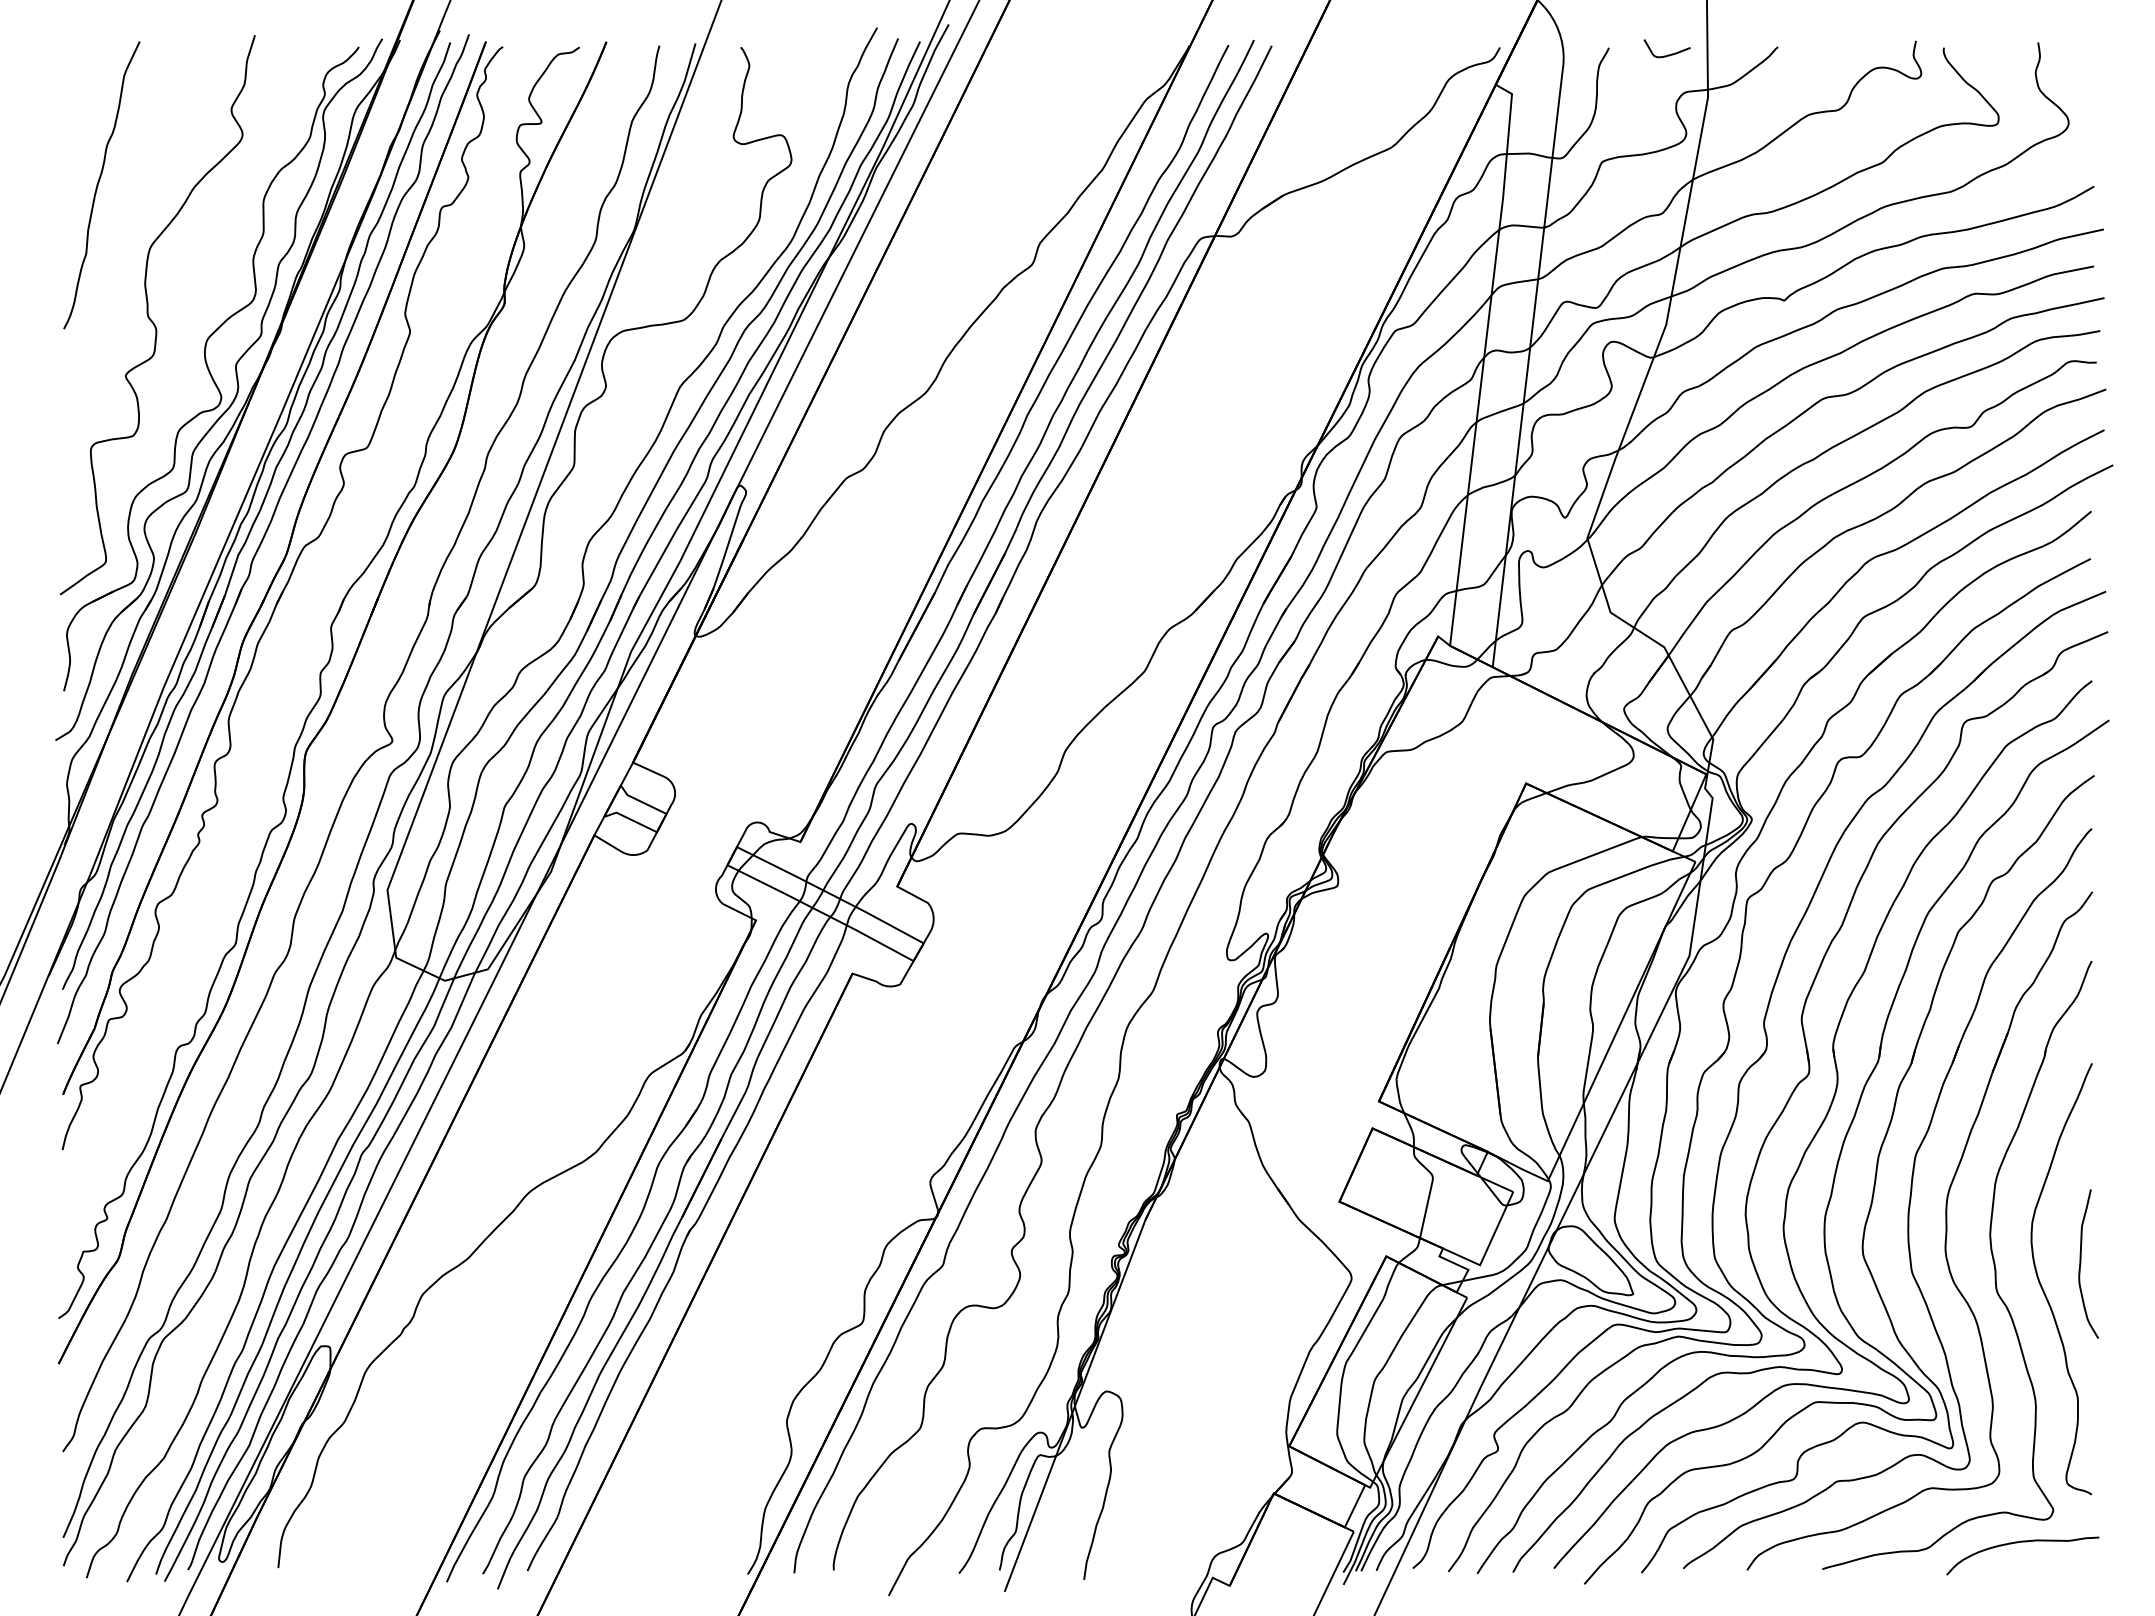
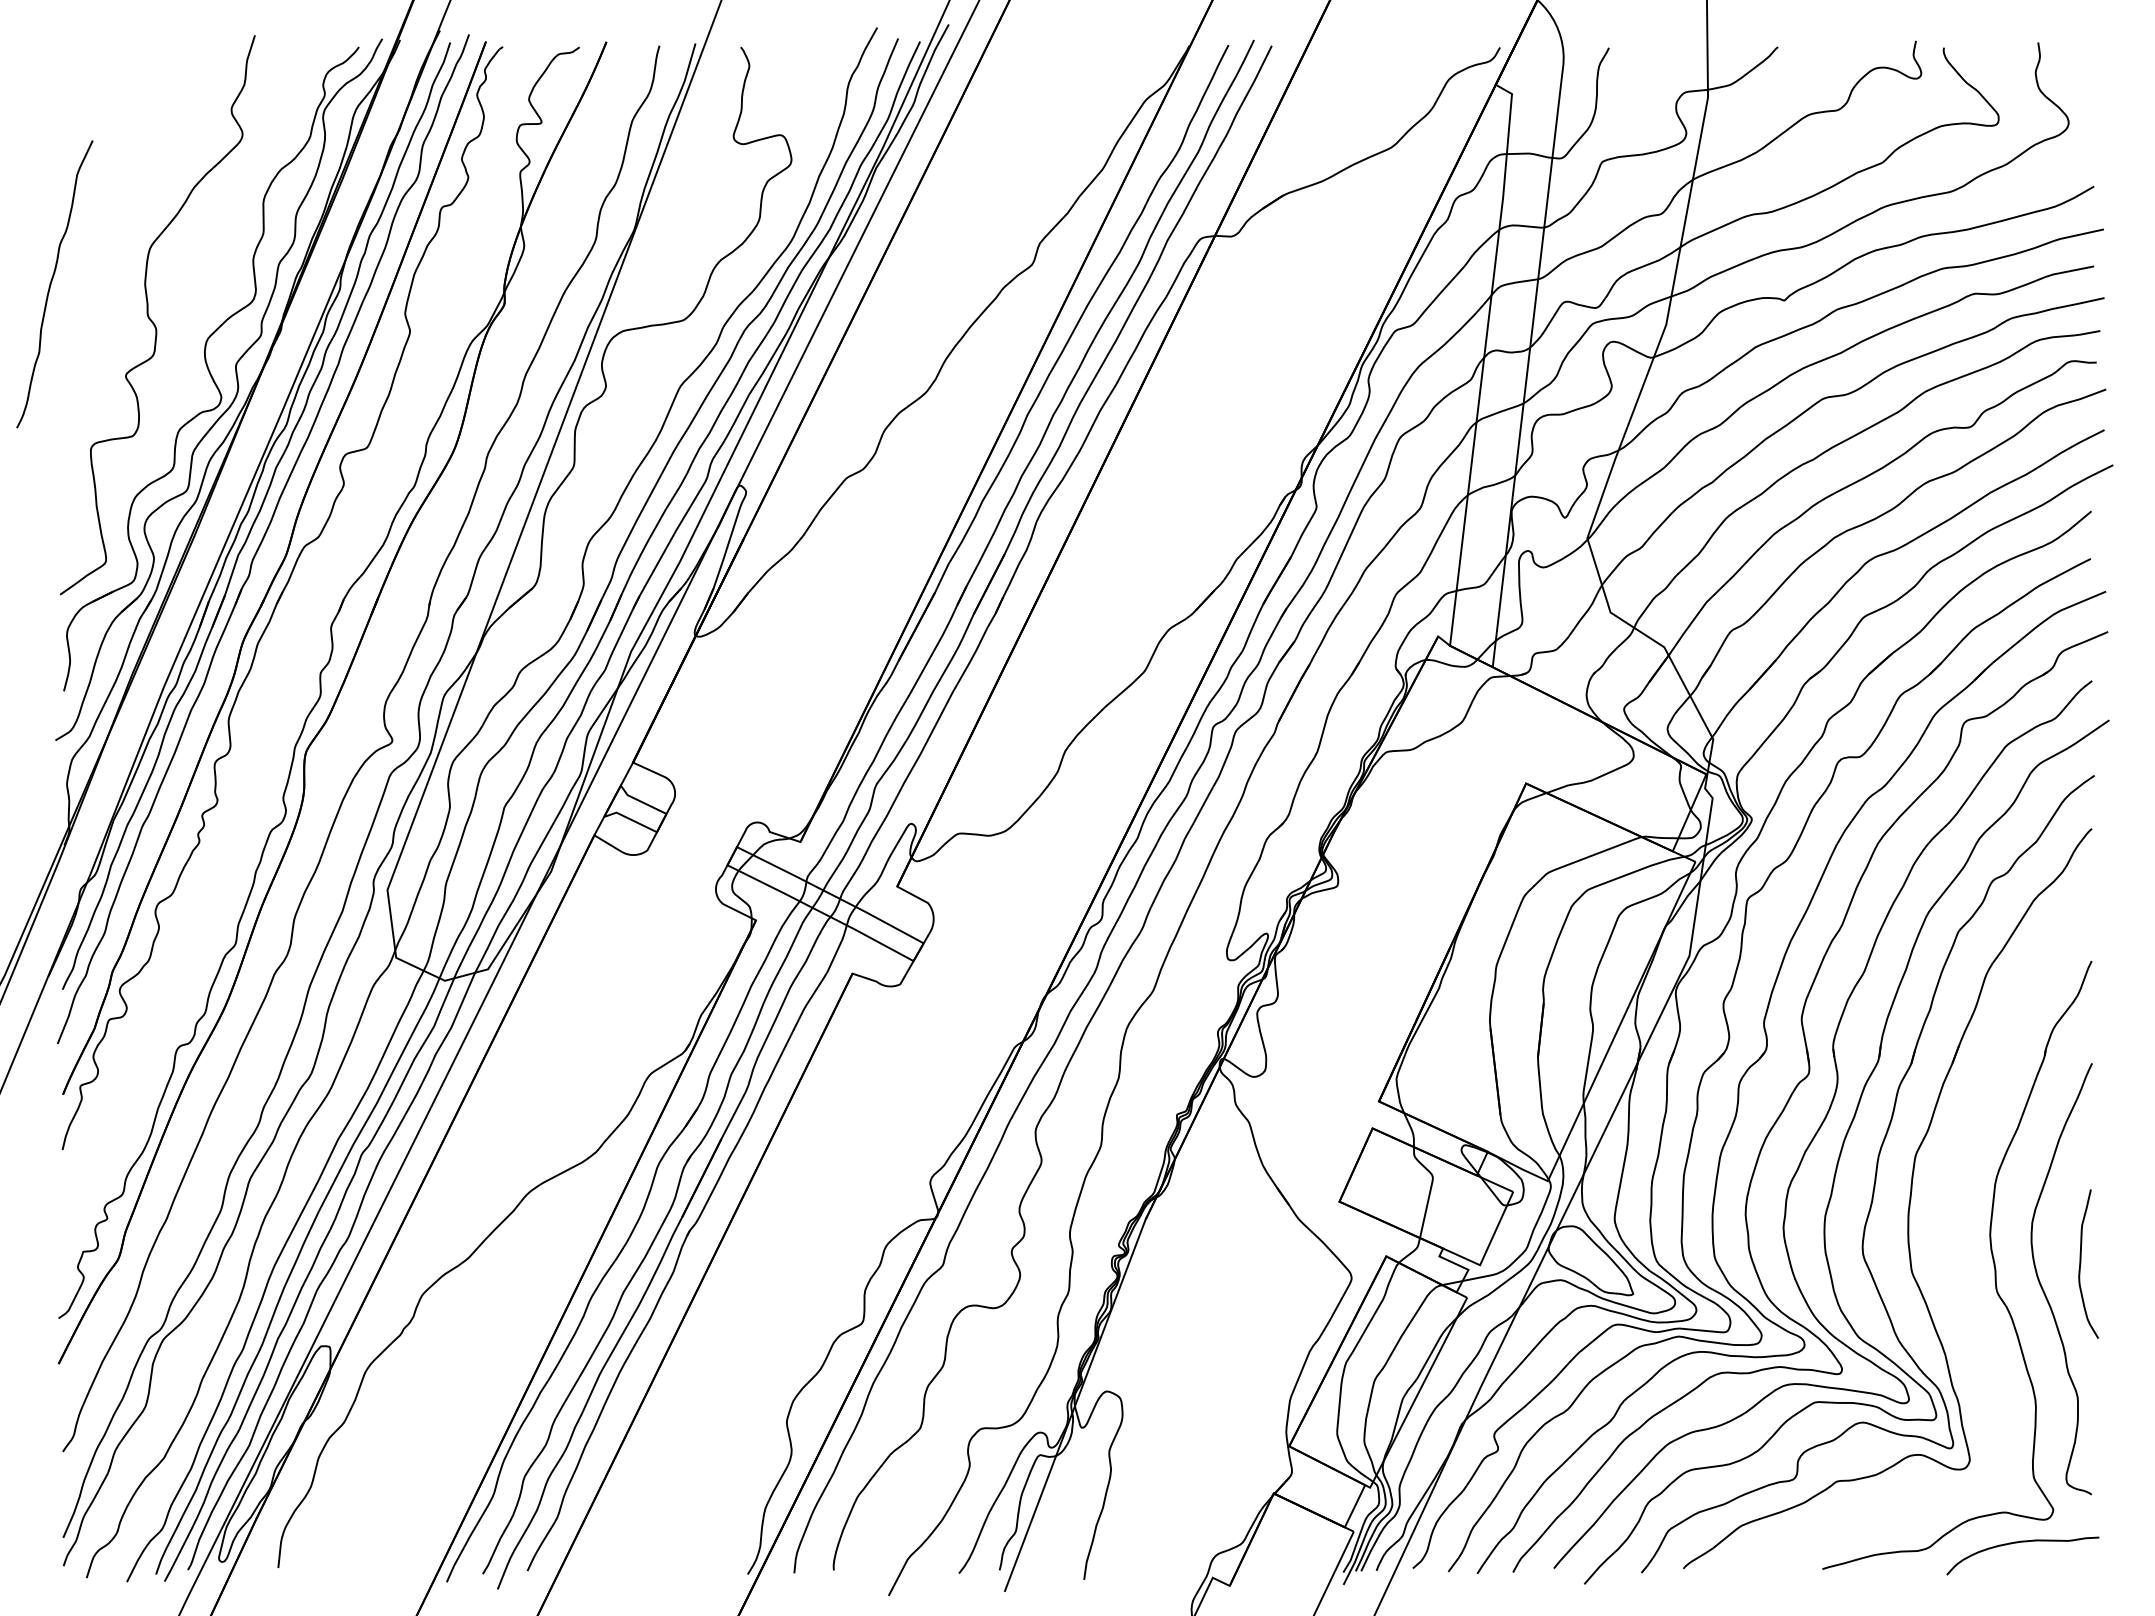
curve at (1667, 54): present -> none
curve at (98, 185) position: (98, 185) -> (51, 284)
part at (1945, 1230): present -> none
